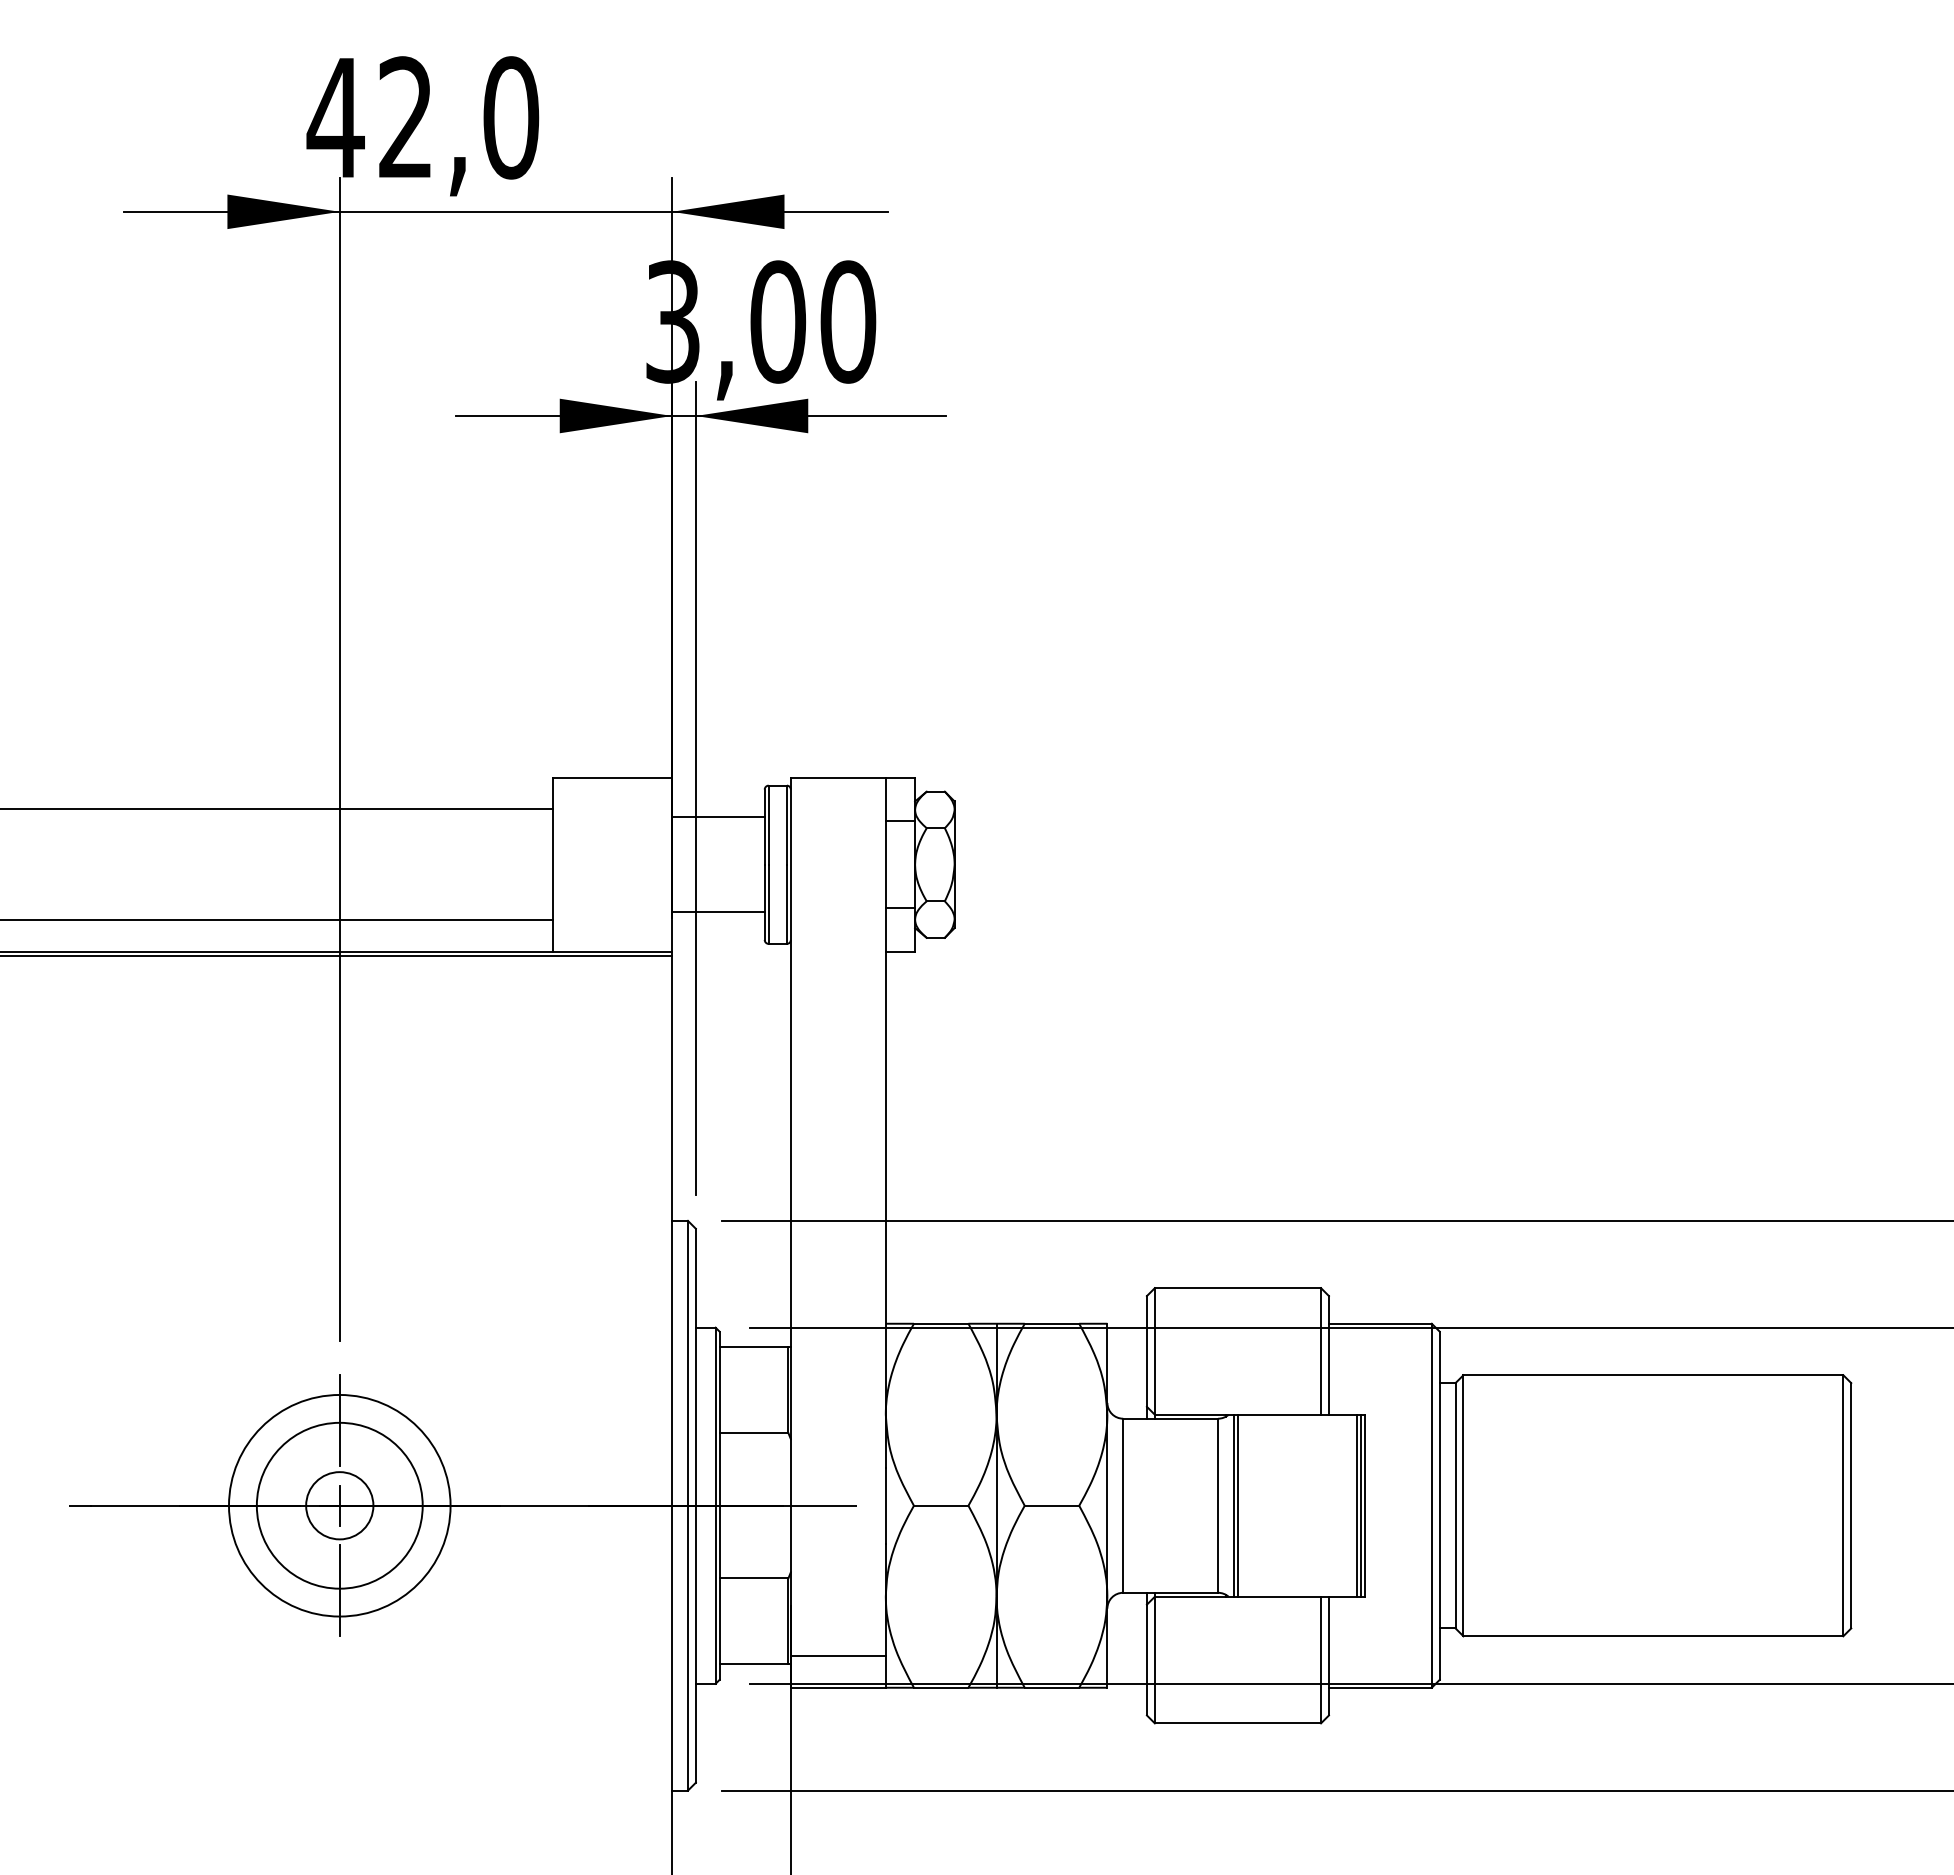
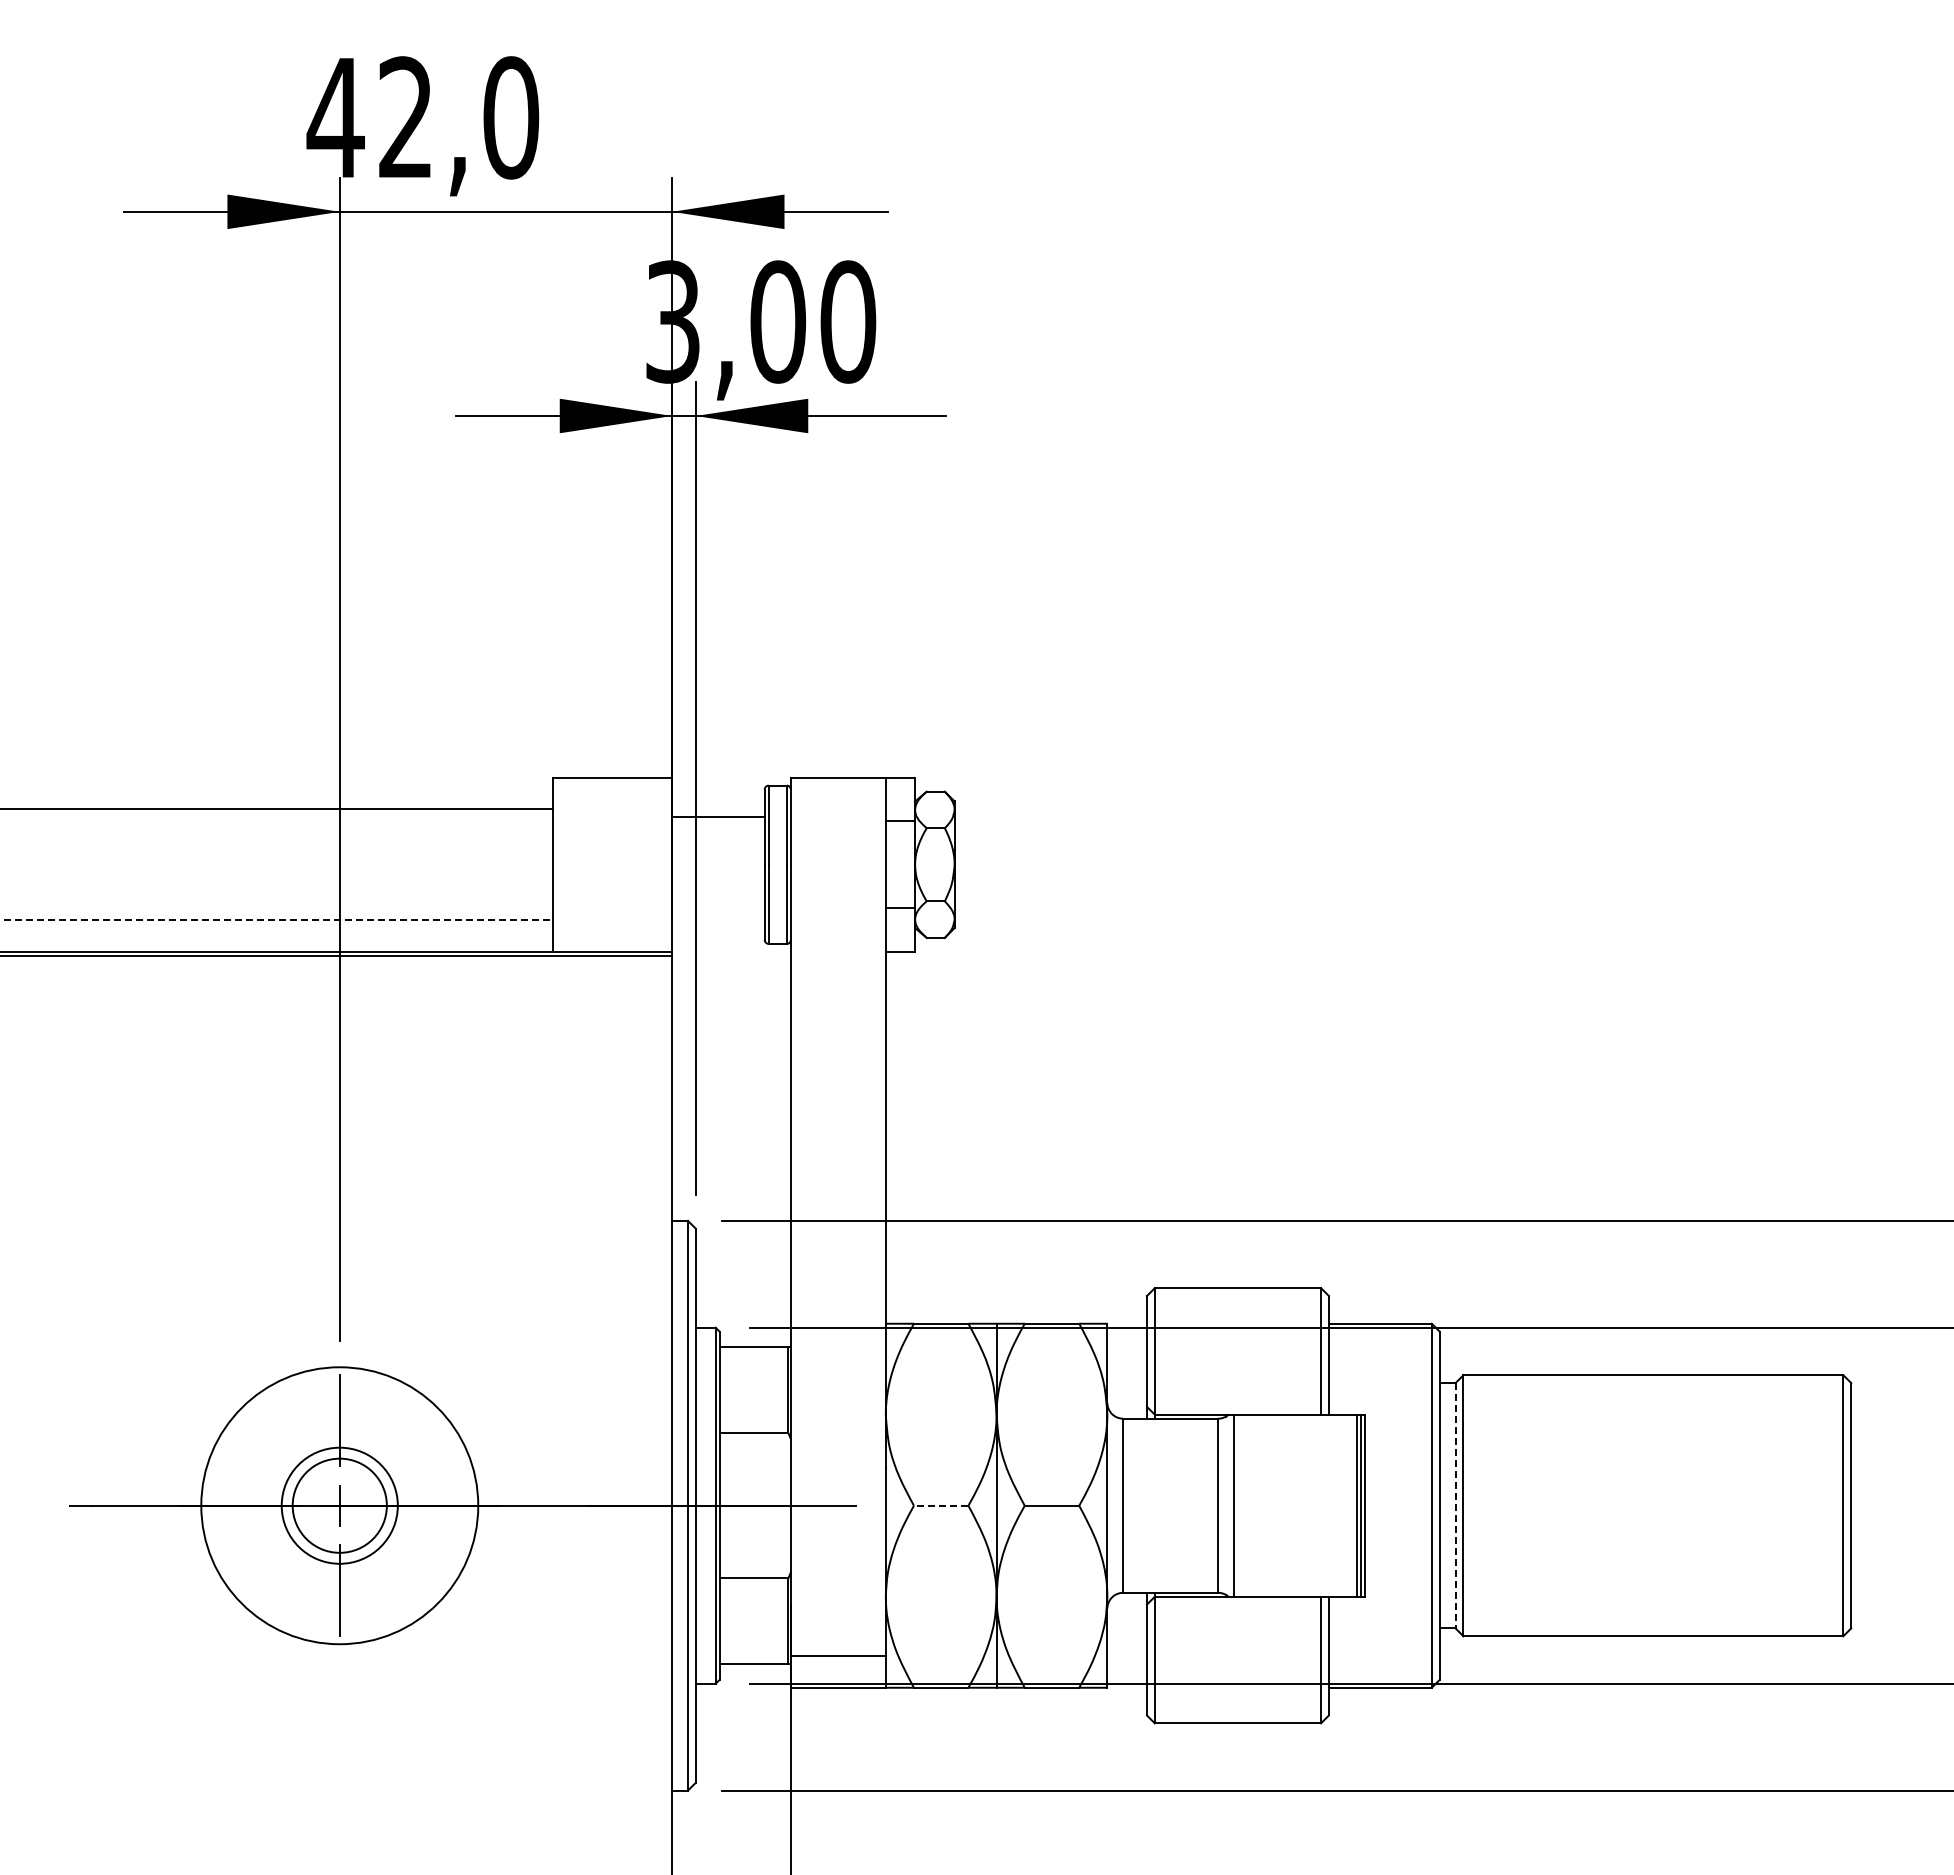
line at (718, 912): present -> none
line at (277, 920): solid -> dashed
circle at (339, 1505) diameter: 166 px -> 116 px
circle at (339, 1505) diameter: 222 px -> 277 px
circle at (339, 1505) diameter: 67 px -> 94 px
line at (940, 1505): solid -> dashed
line at (1237, 1505): present -> none
line at (1455, 1505): solid -> dashed
